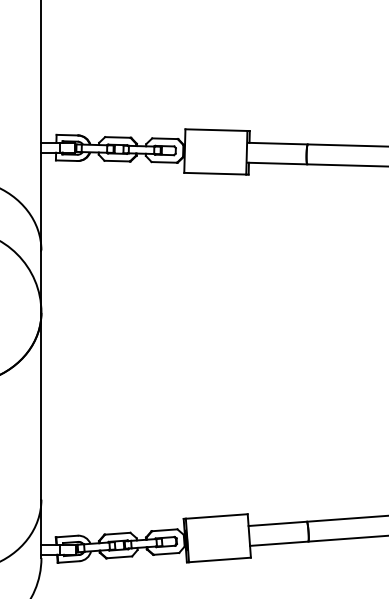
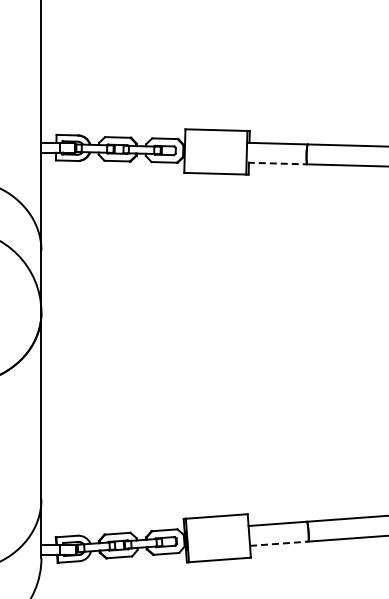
line at (277, 163): solid -> dashed
line at (279, 543): solid -> dashed
